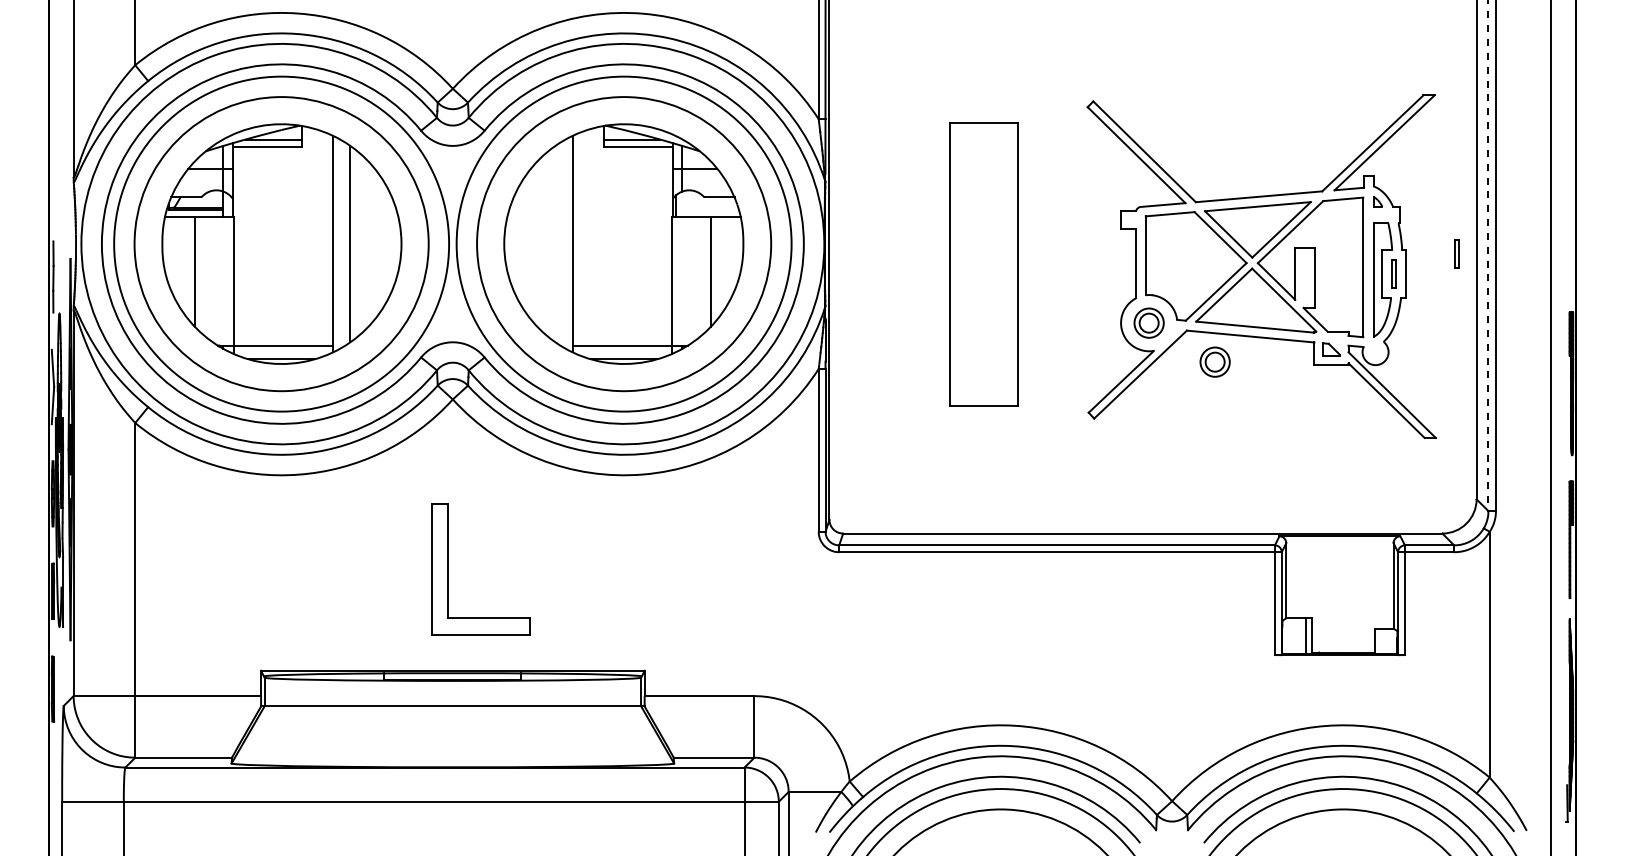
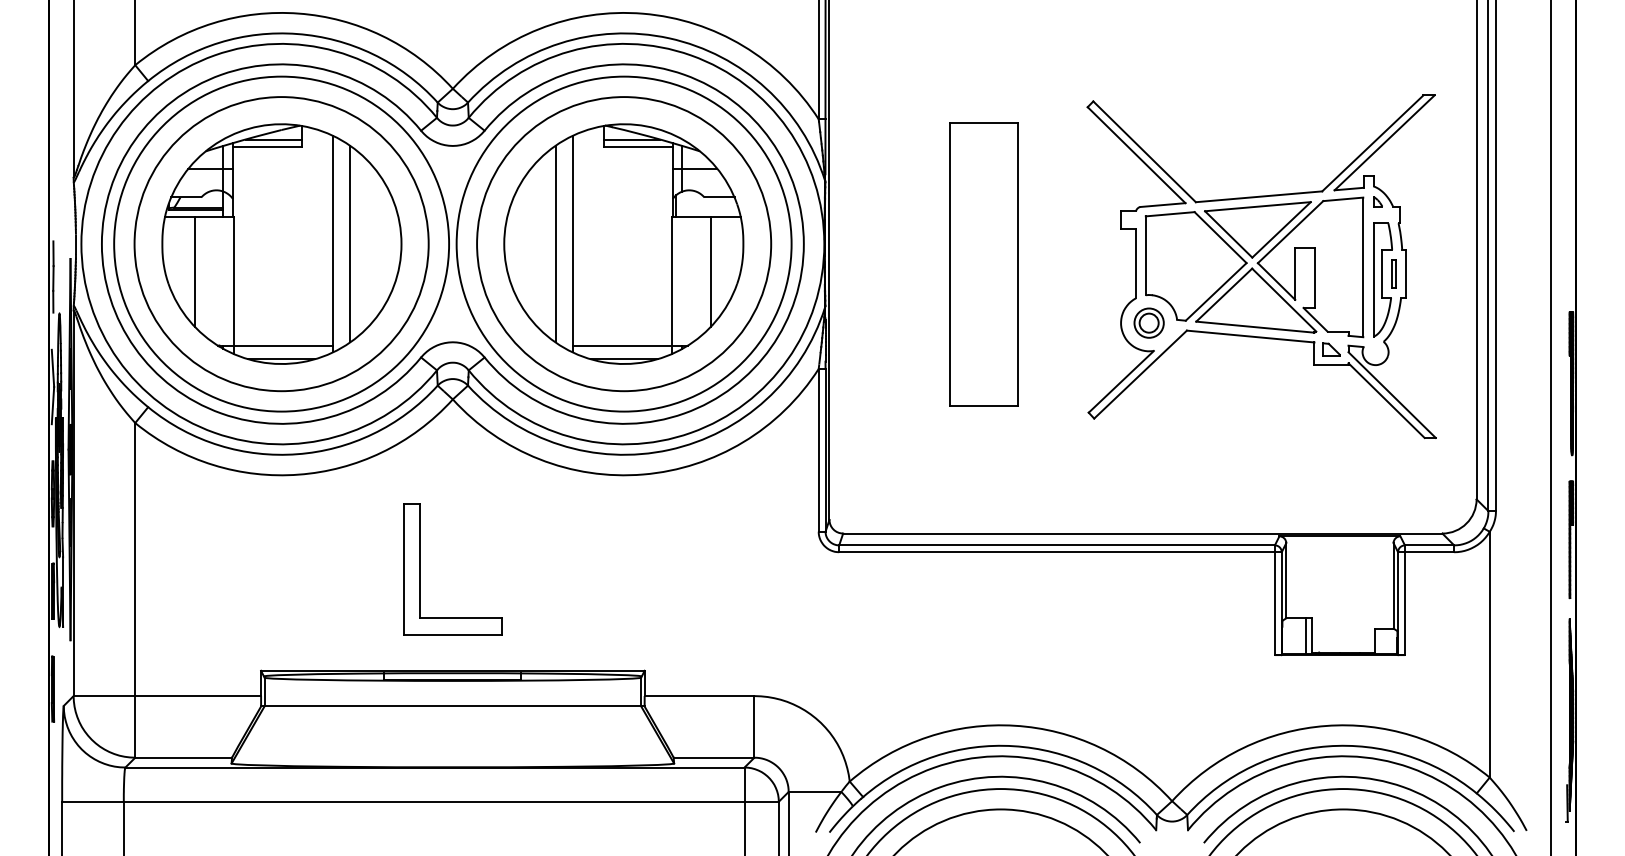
line at (555, 243): none -> present
part at (1456, 253): present -> none
line at (1488, 256): dashed -> solid
part at (1214, 361): present -> none
part at (448, 569) position: (448, 569) -> (420, 569)
